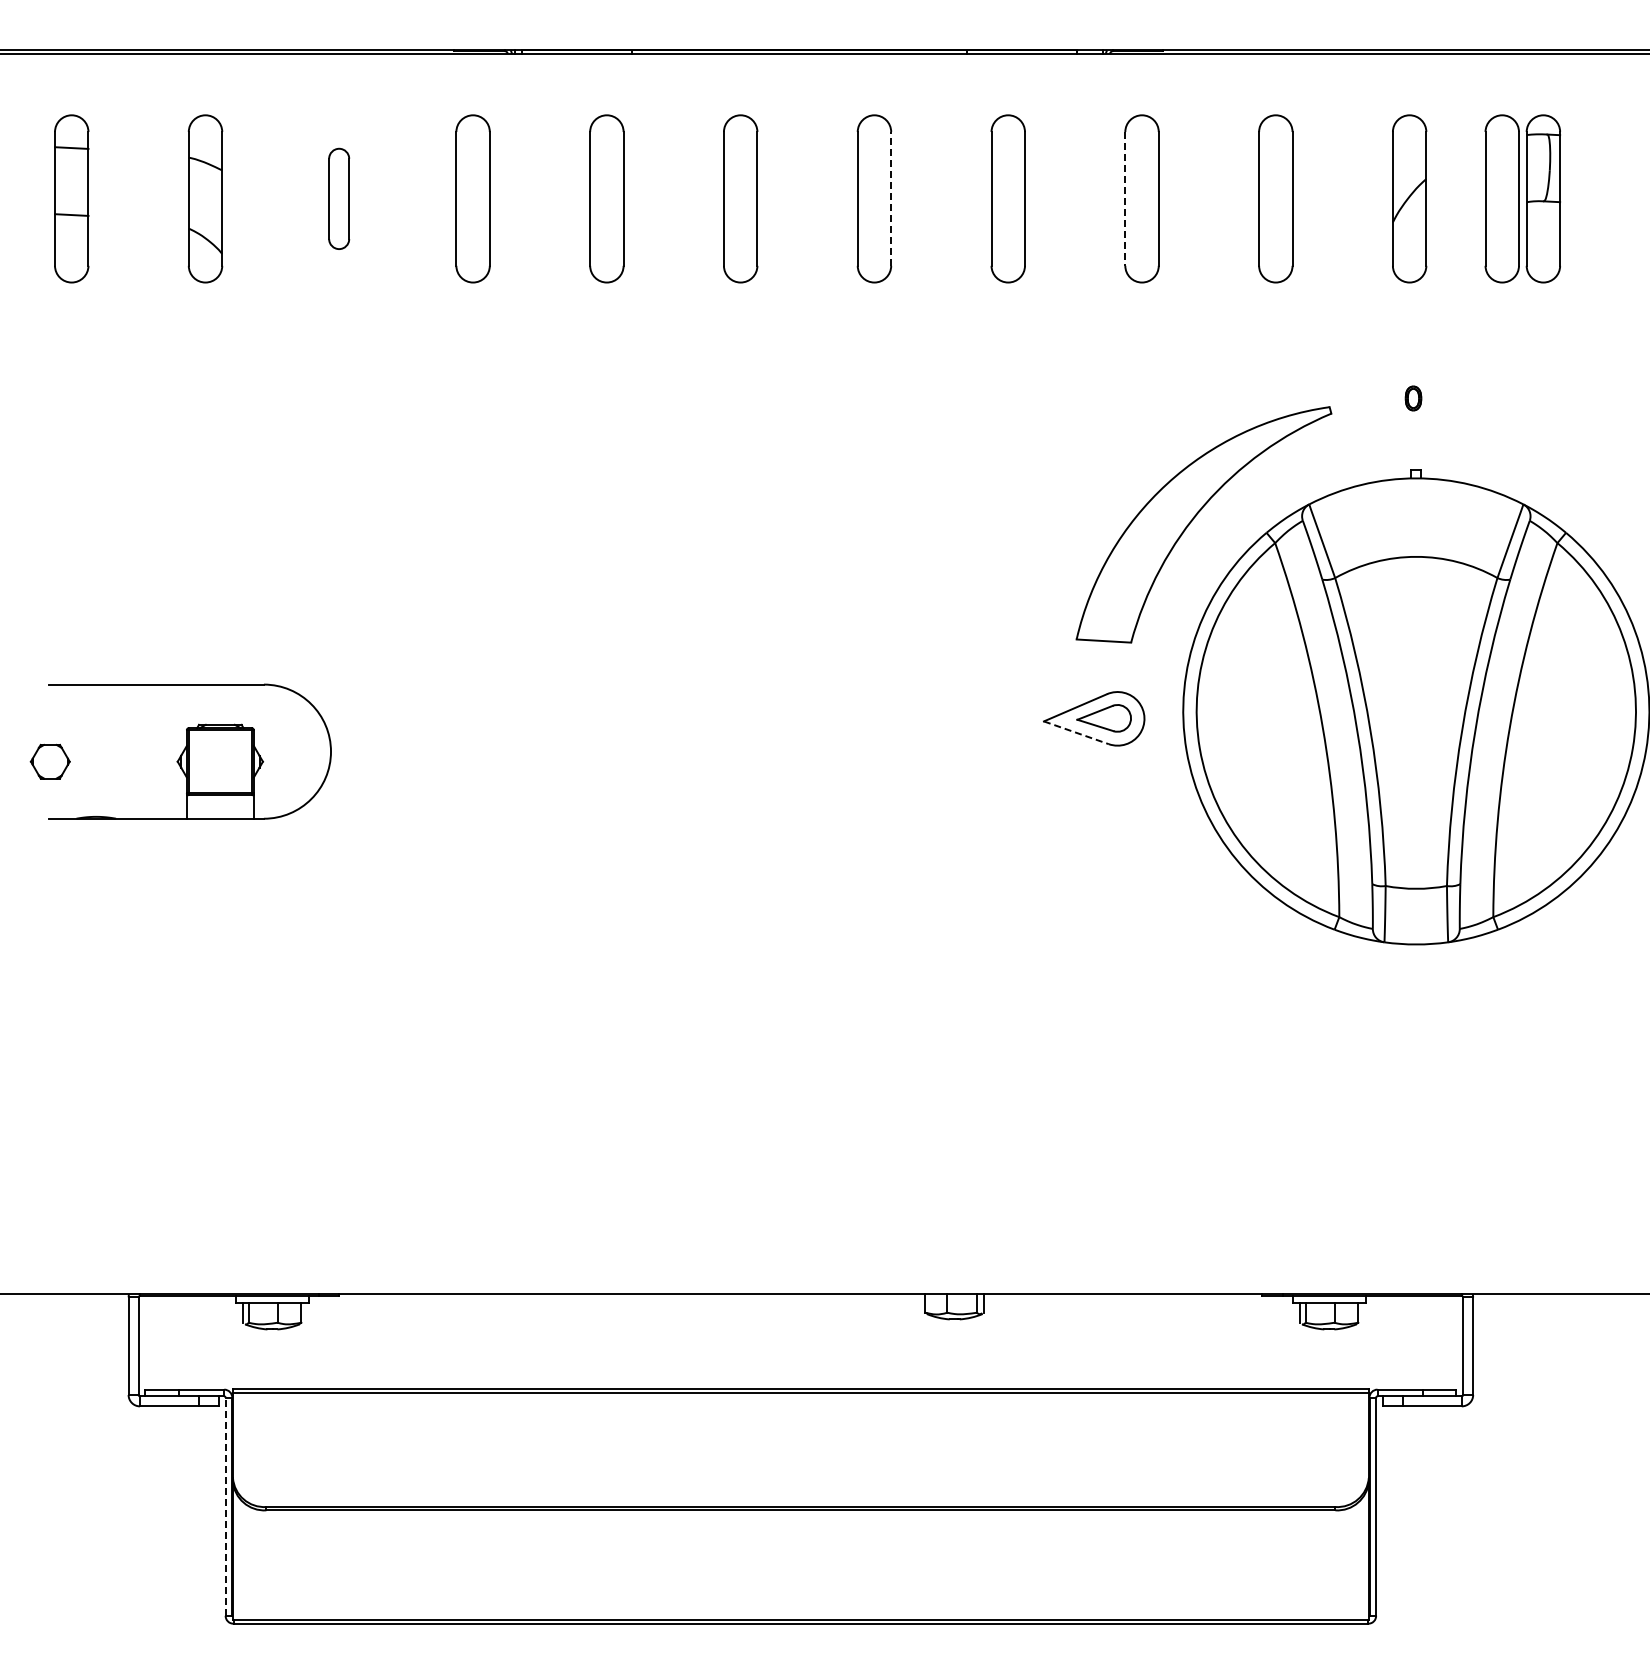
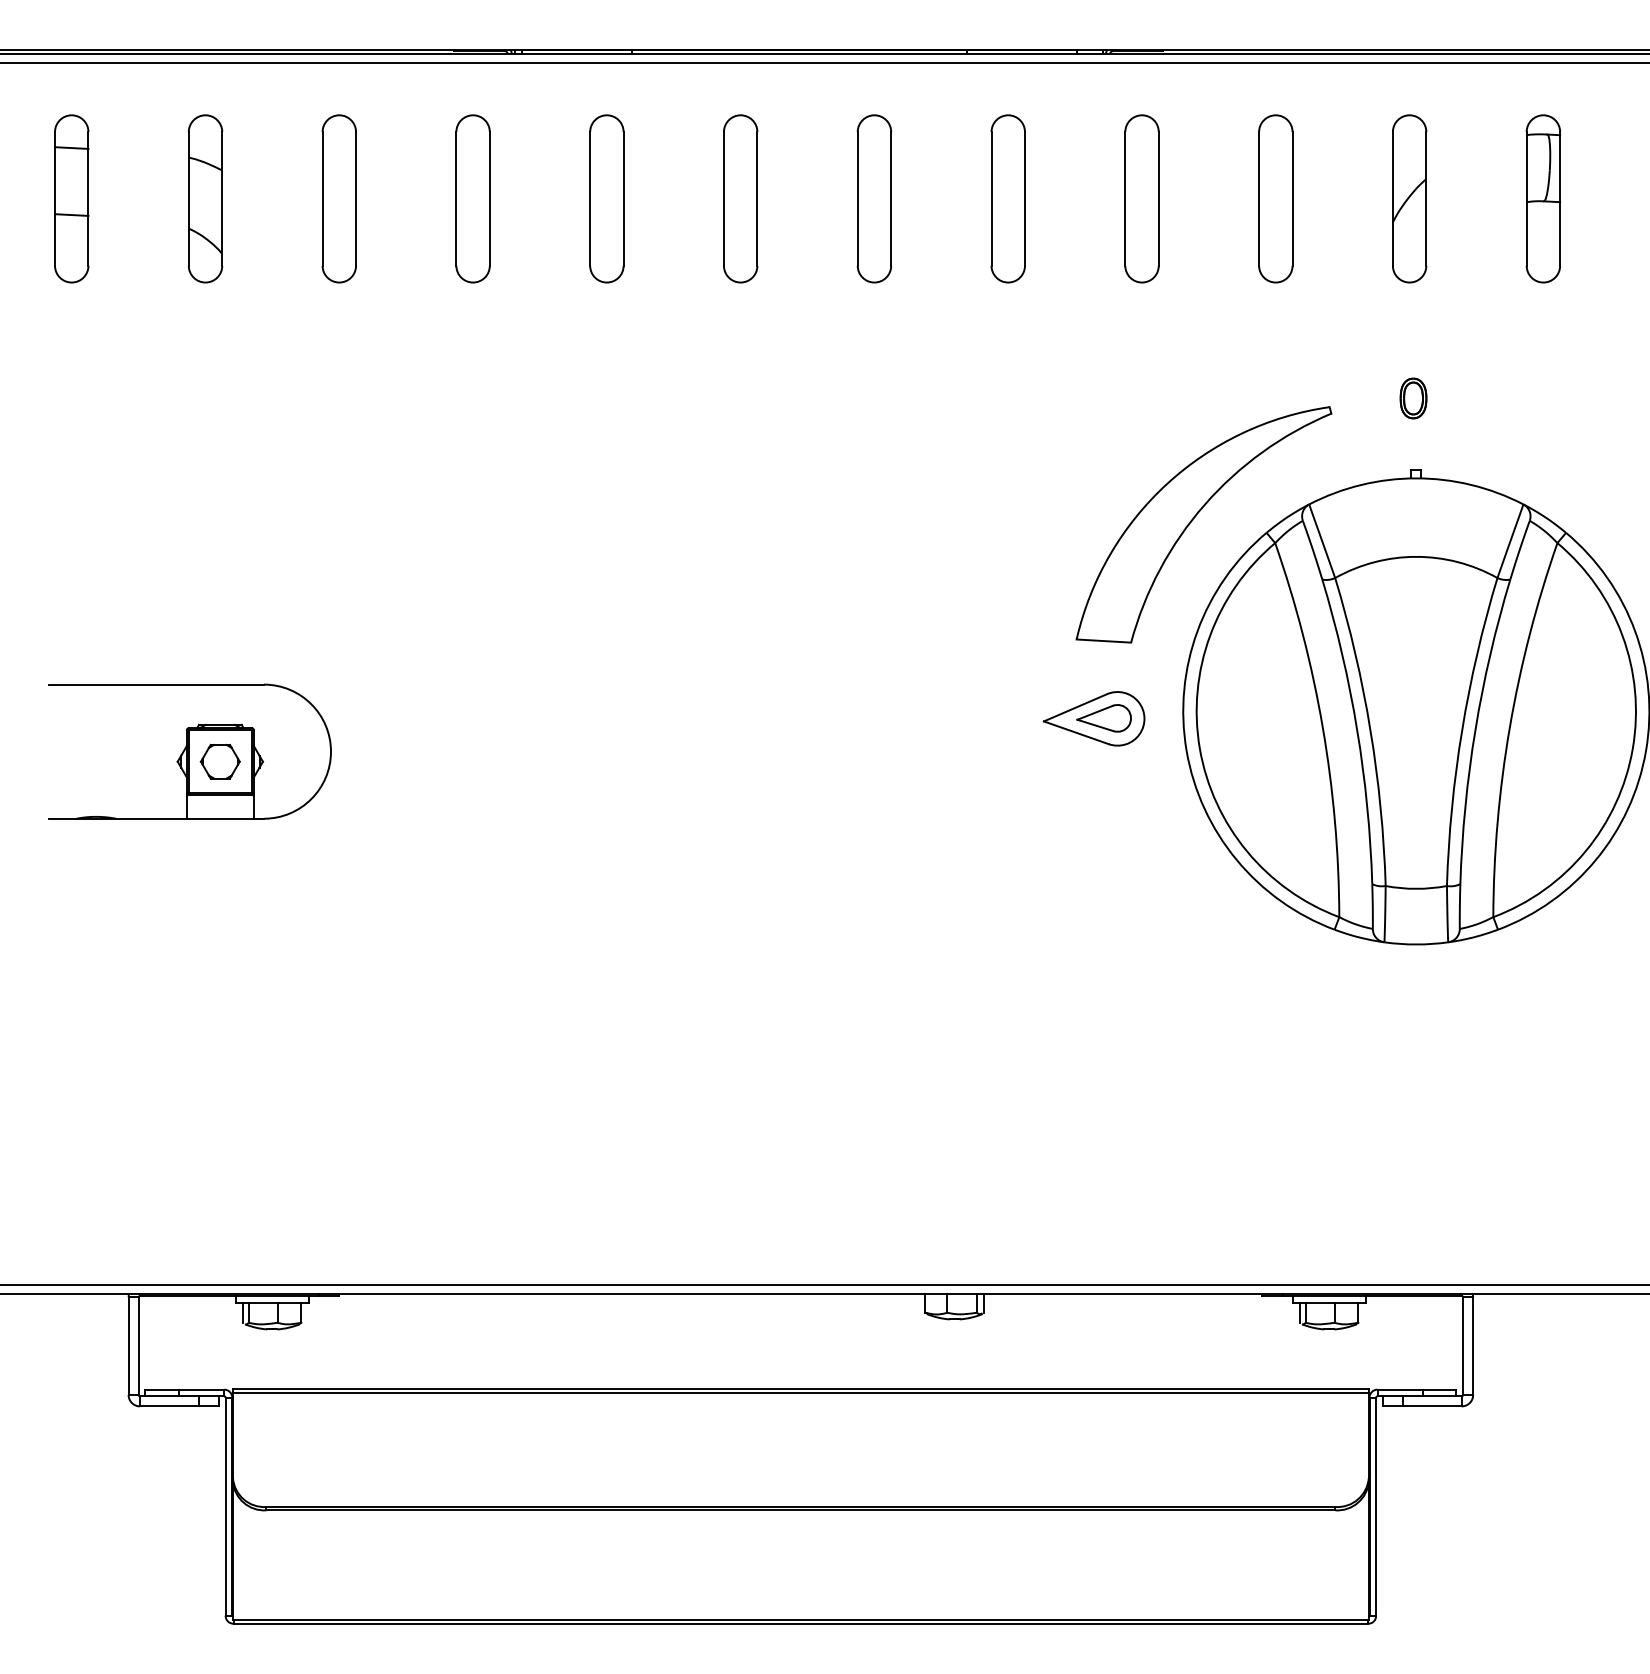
line at (824, 63): none -> present
part at (339, 198) size: 23x103 px -> 36x170 px
line at (891, 198): dashed -> solid
line at (1125, 198): dashed -> solid
part at (1501, 198): present -> none
part at (1413, 398) size: 19x27 px -> 29x43 px
line at (1076, 732): dashed -> solid
part at (49, 761) position: (49, 761) -> (219, 761)
line at (824, 1284): none -> present
line at (225, 1506): dashed -> solid
